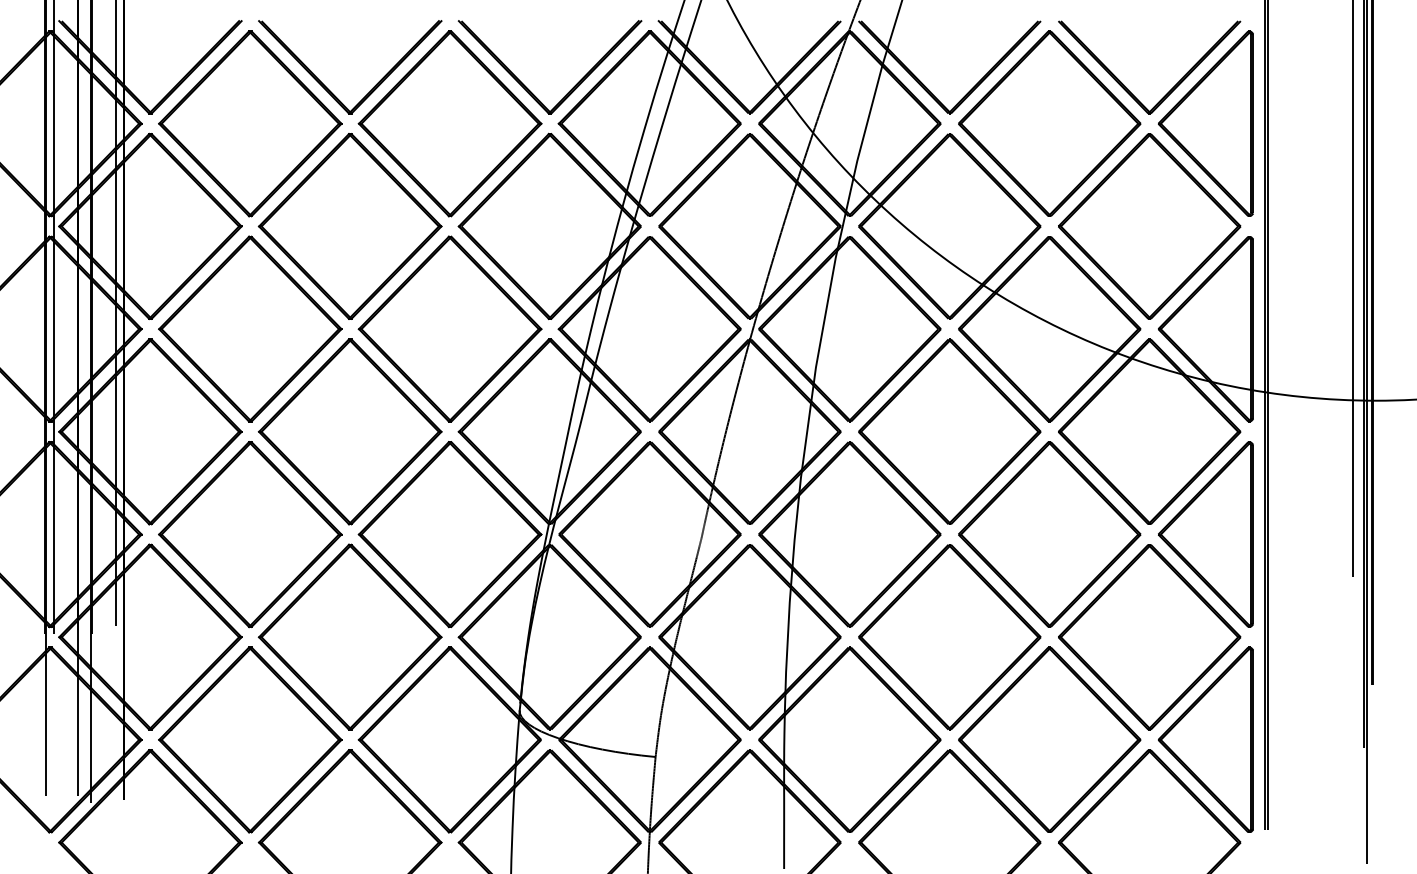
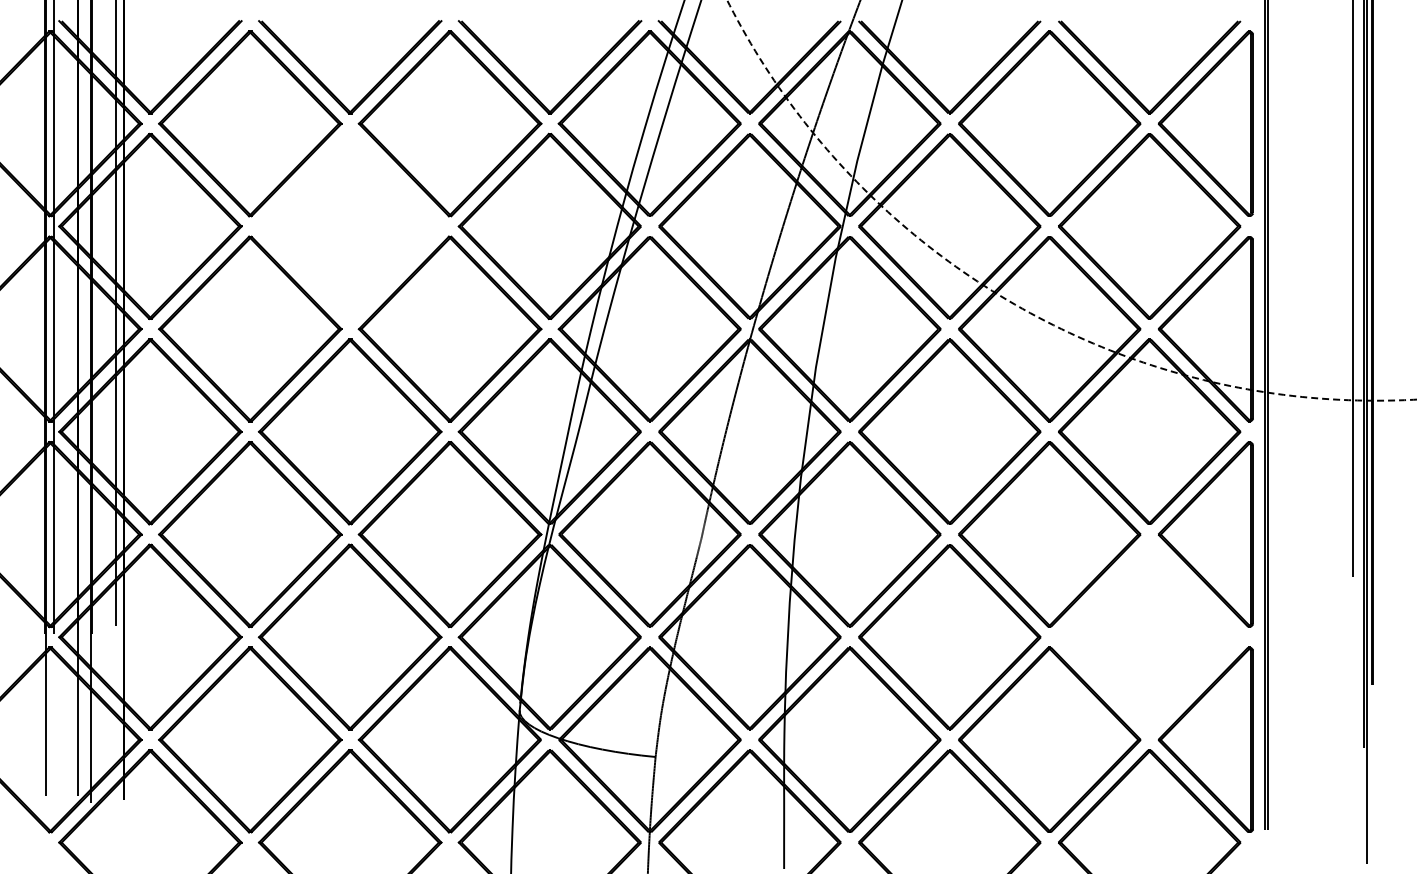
circle at (1071, 200): solid -> dashed
part at (349, 226): present -> none
part at (1149, 637): present -> none
